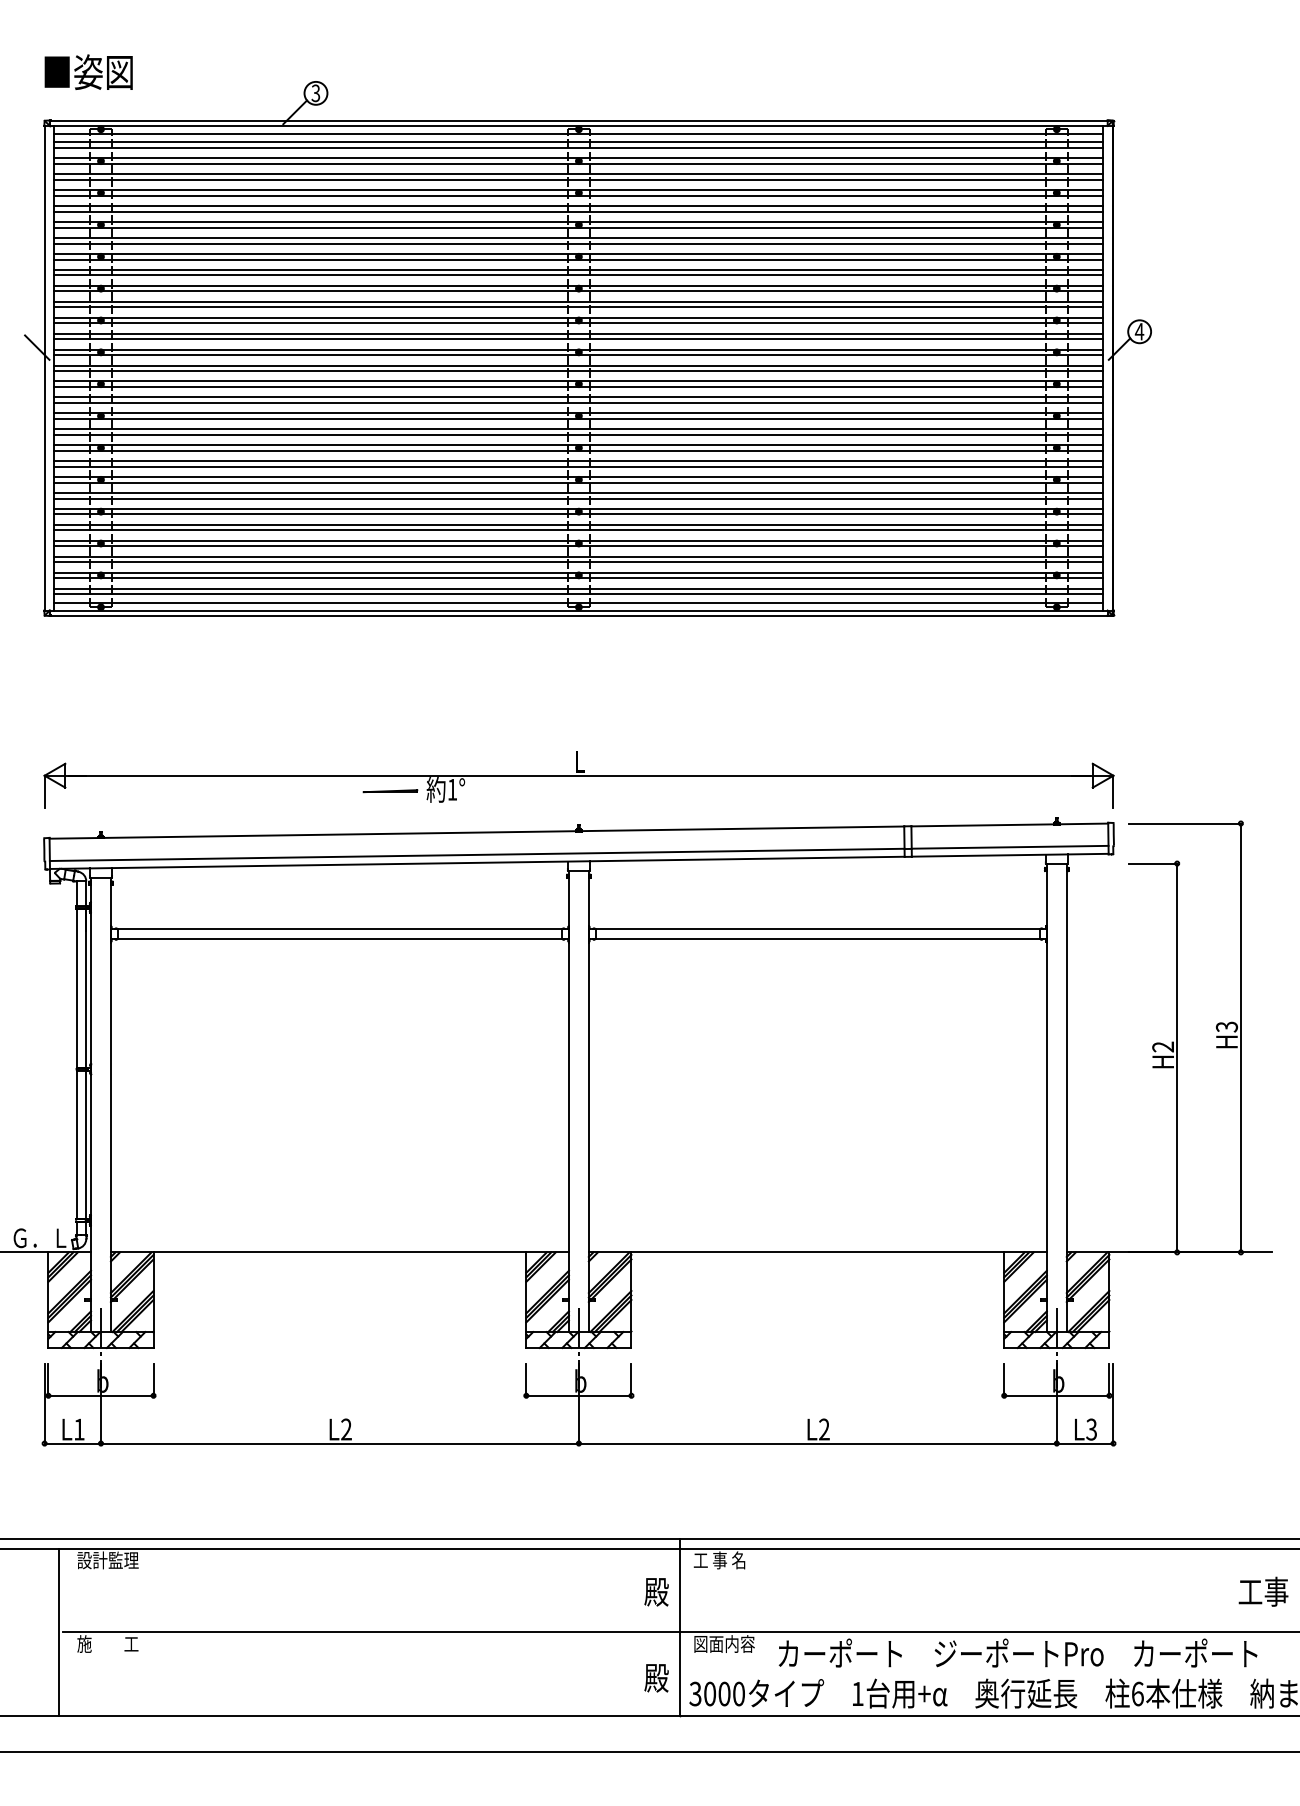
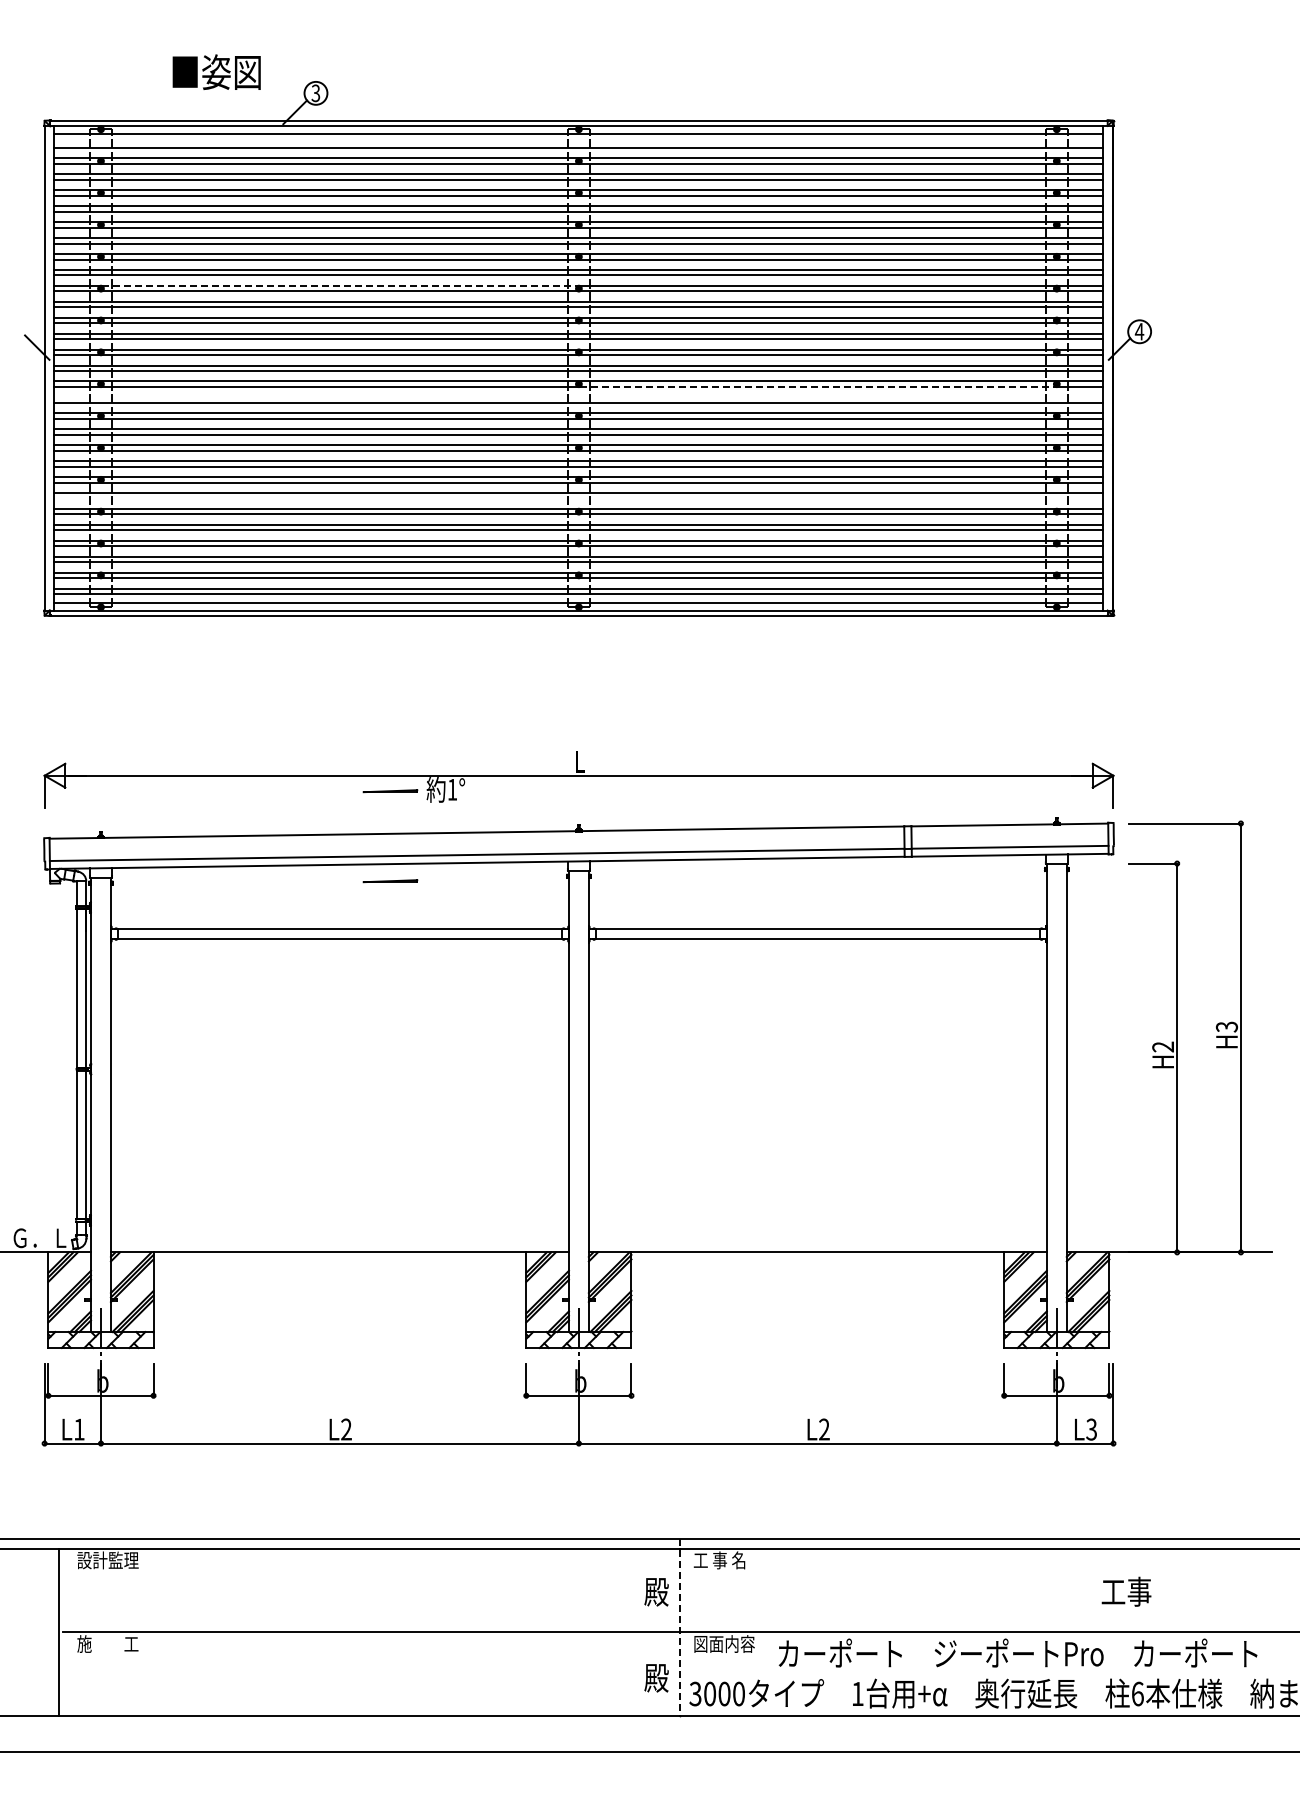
text at (88, 71) position: (88, 71) -> (216, 71)
line at (578, 142): present -> none
line at (340, 285): solid -> dashed
line at (818, 387): solid -> dashed
line at (578, 397): present -> none
line at (578, 498): present -> none
line at (390, 881): none -> present
text at (1263, 1591) position: (1263, 1591) -> (1126, 1591)
line at (680, 1628): solid -> dashed
